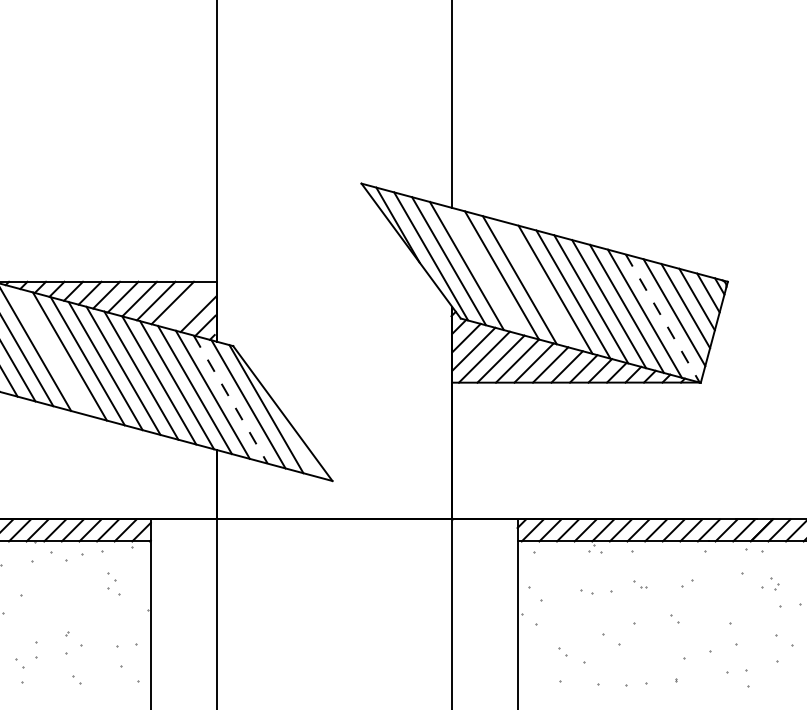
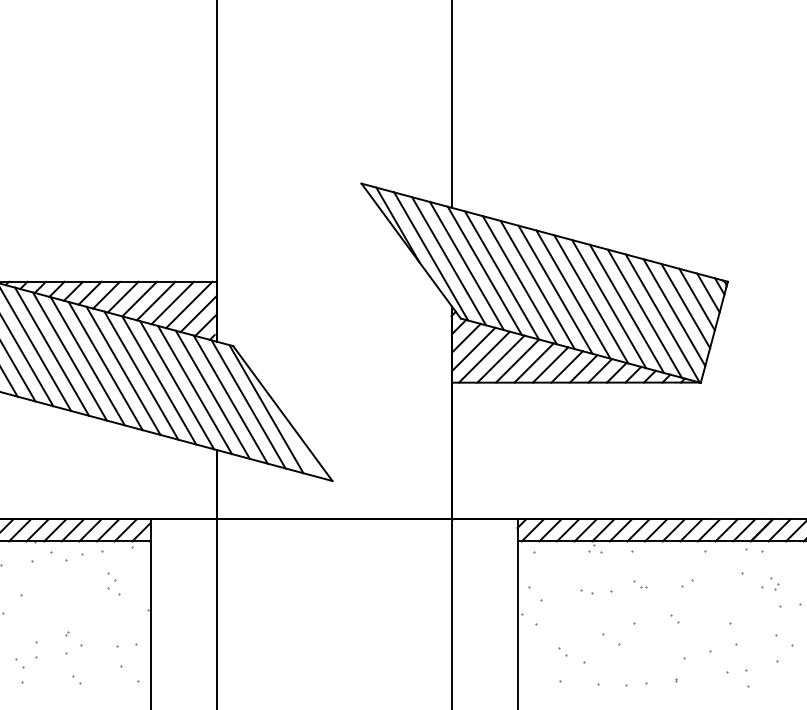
line at (484, 270): none -> present
line at (537, 284): none -> present
line at (189, 304): none -> present
line at (662, 318): dashed -> solid
line at (52, 351): none -> present
line at (230, 399): dashed -> solid
